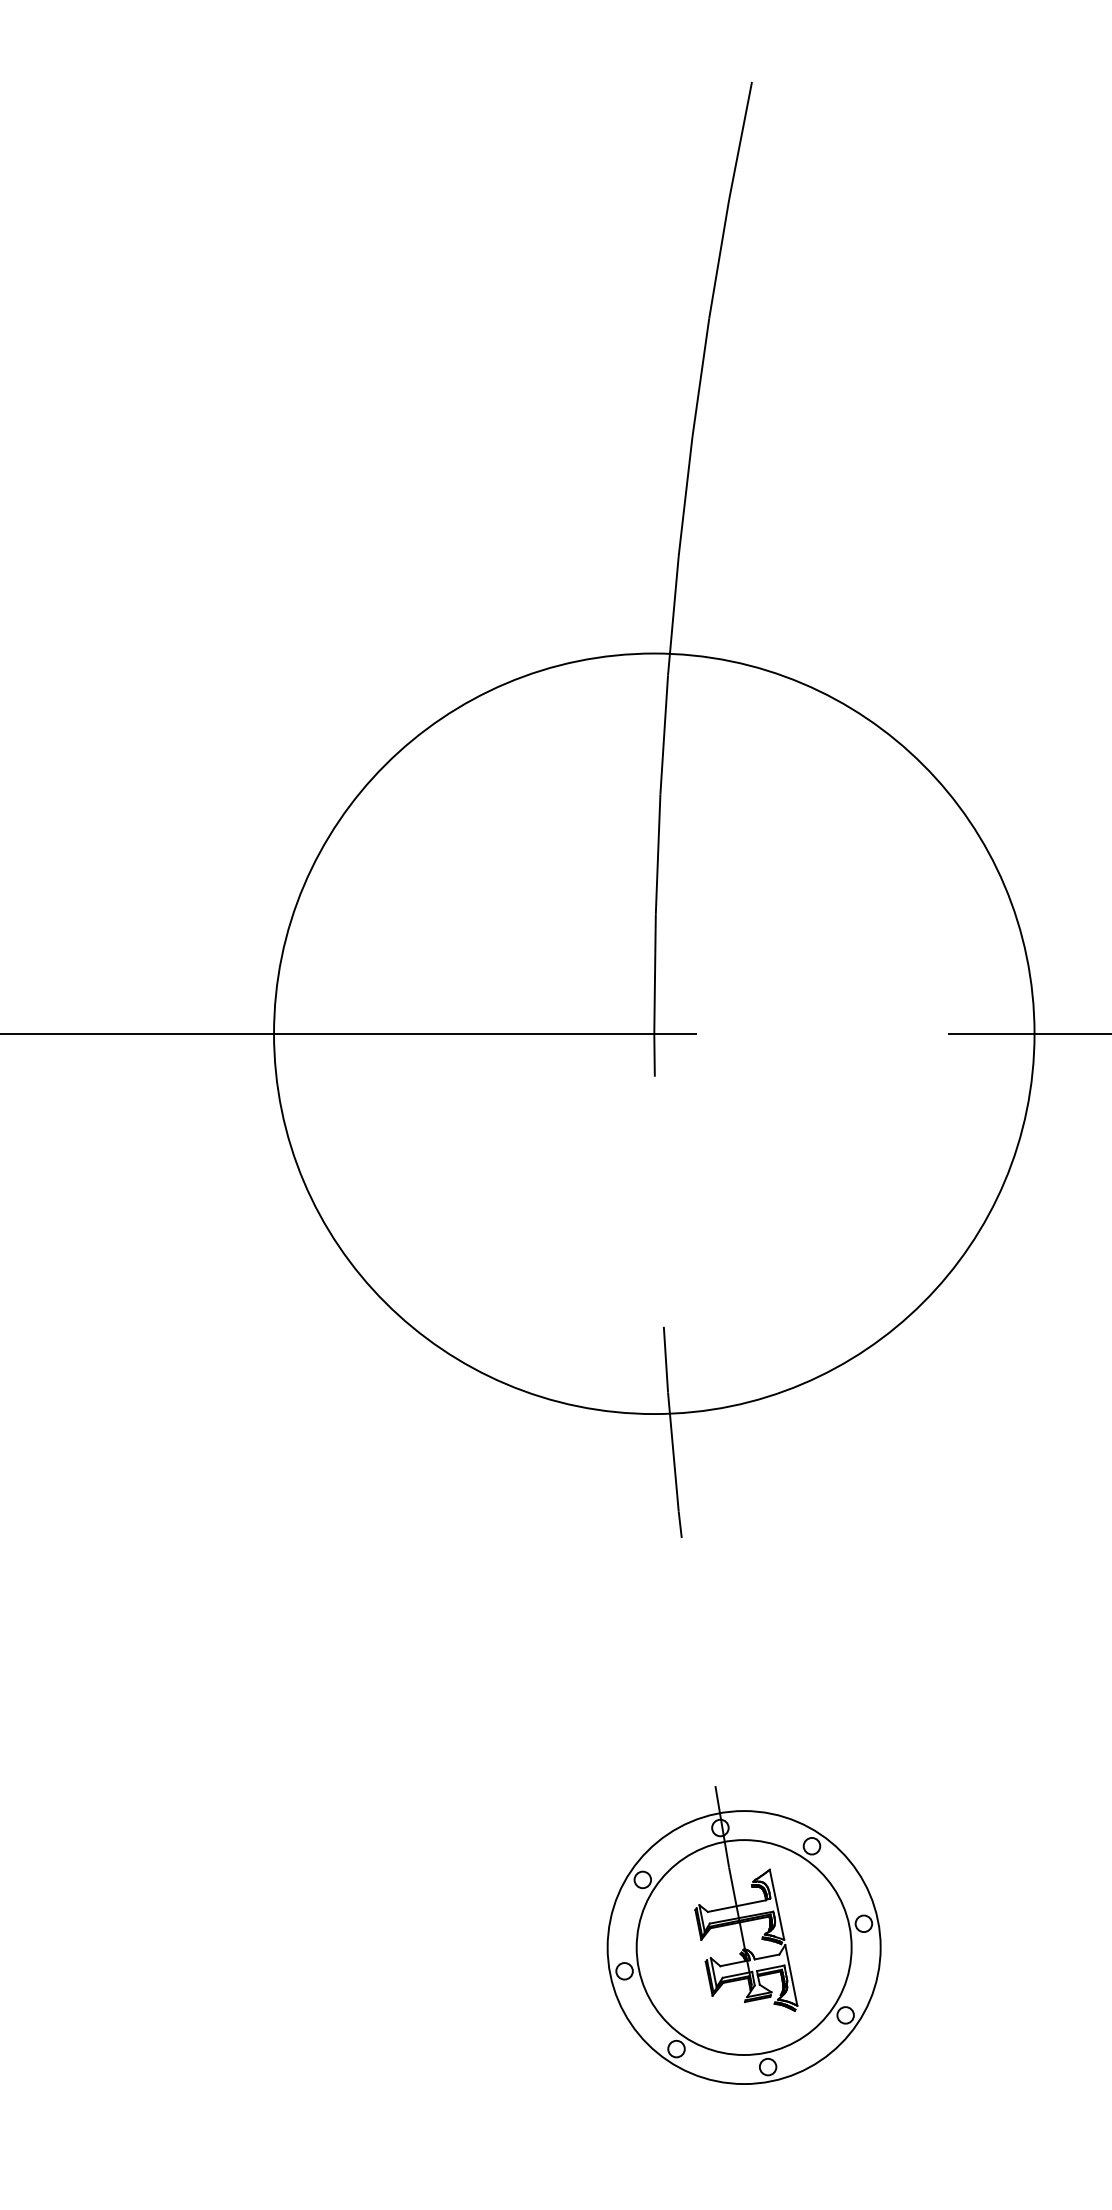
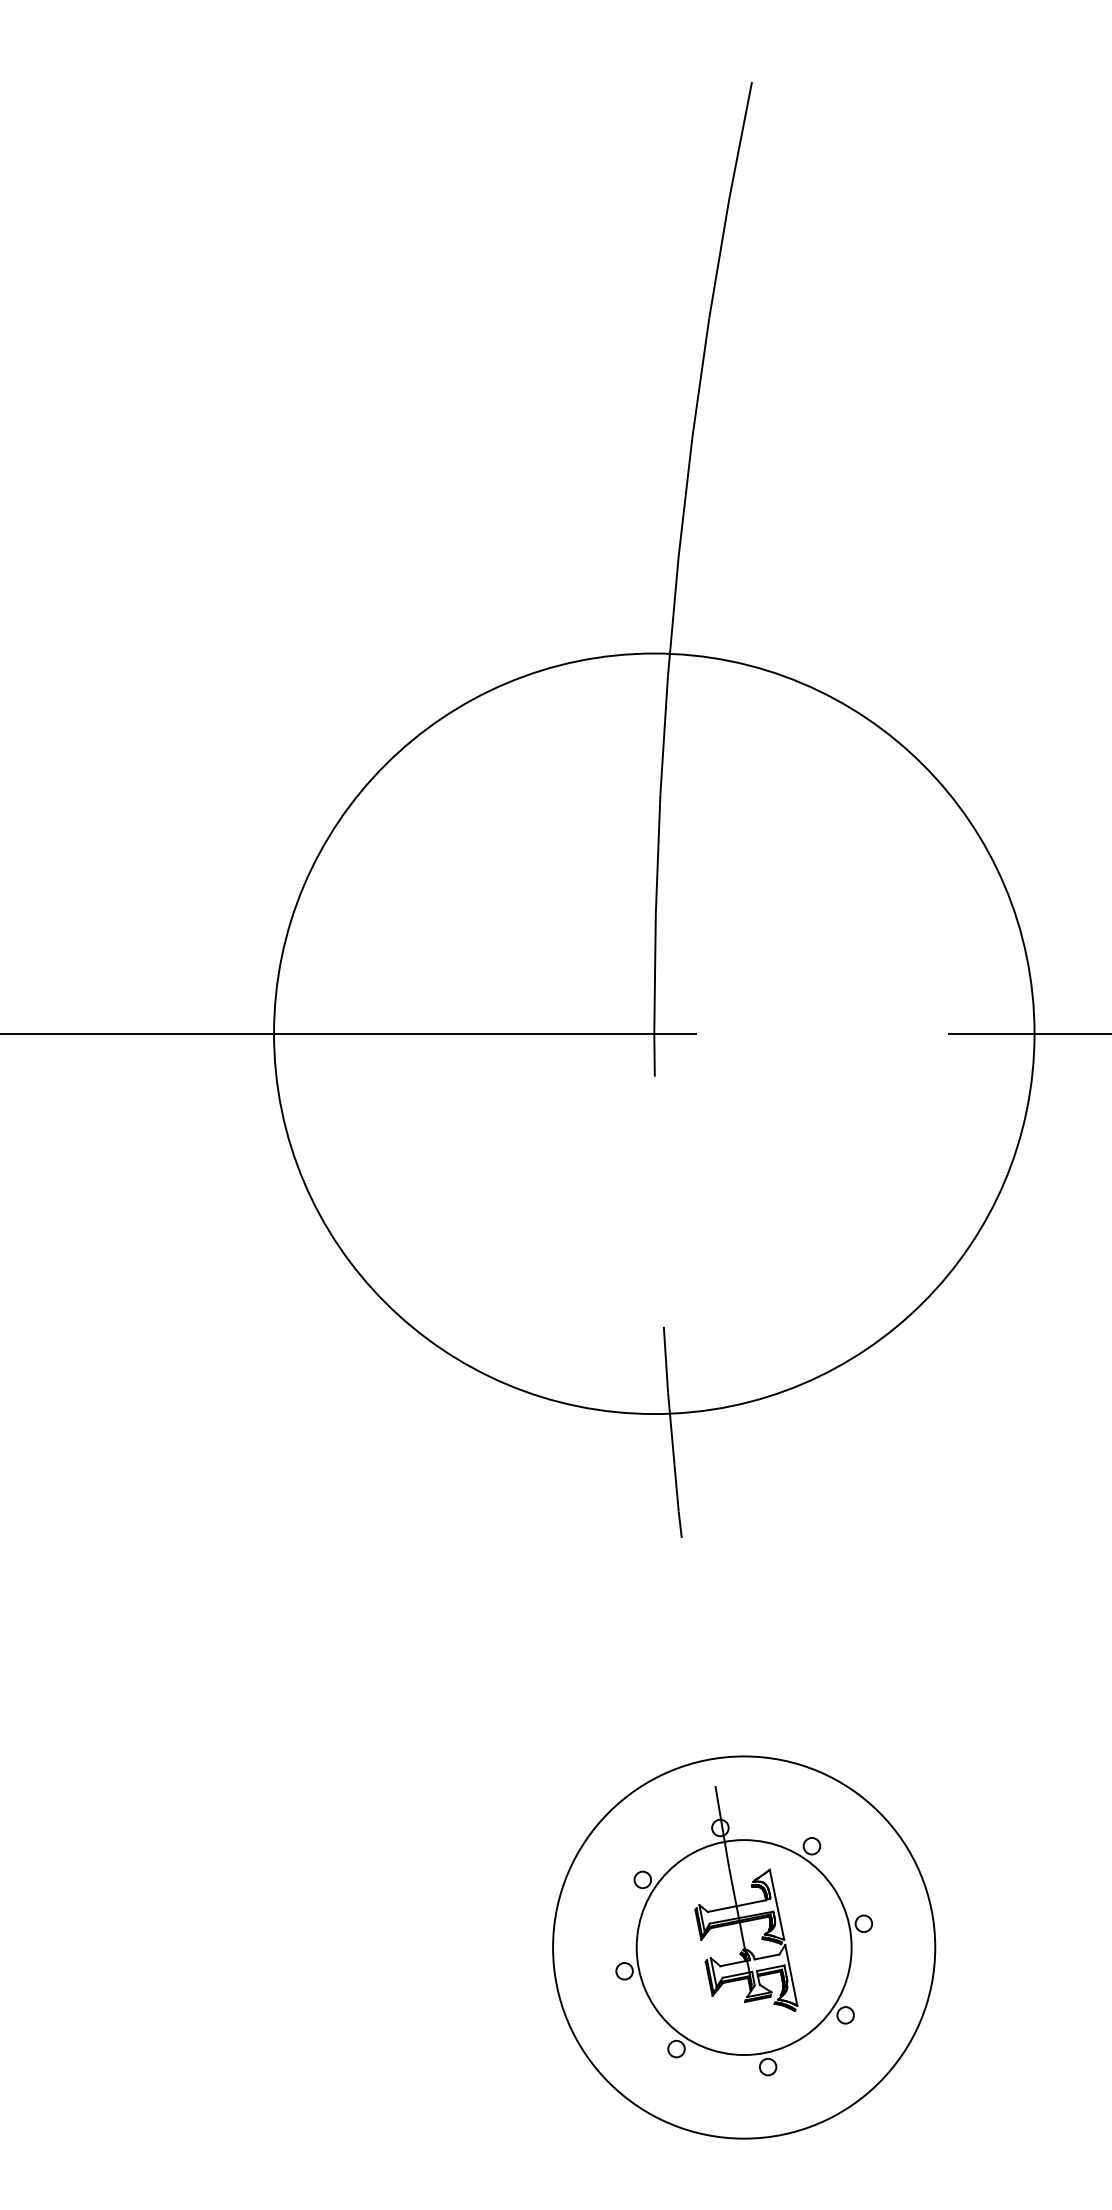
circle at (743, 1947) diameter: 273 px -> 382 px
